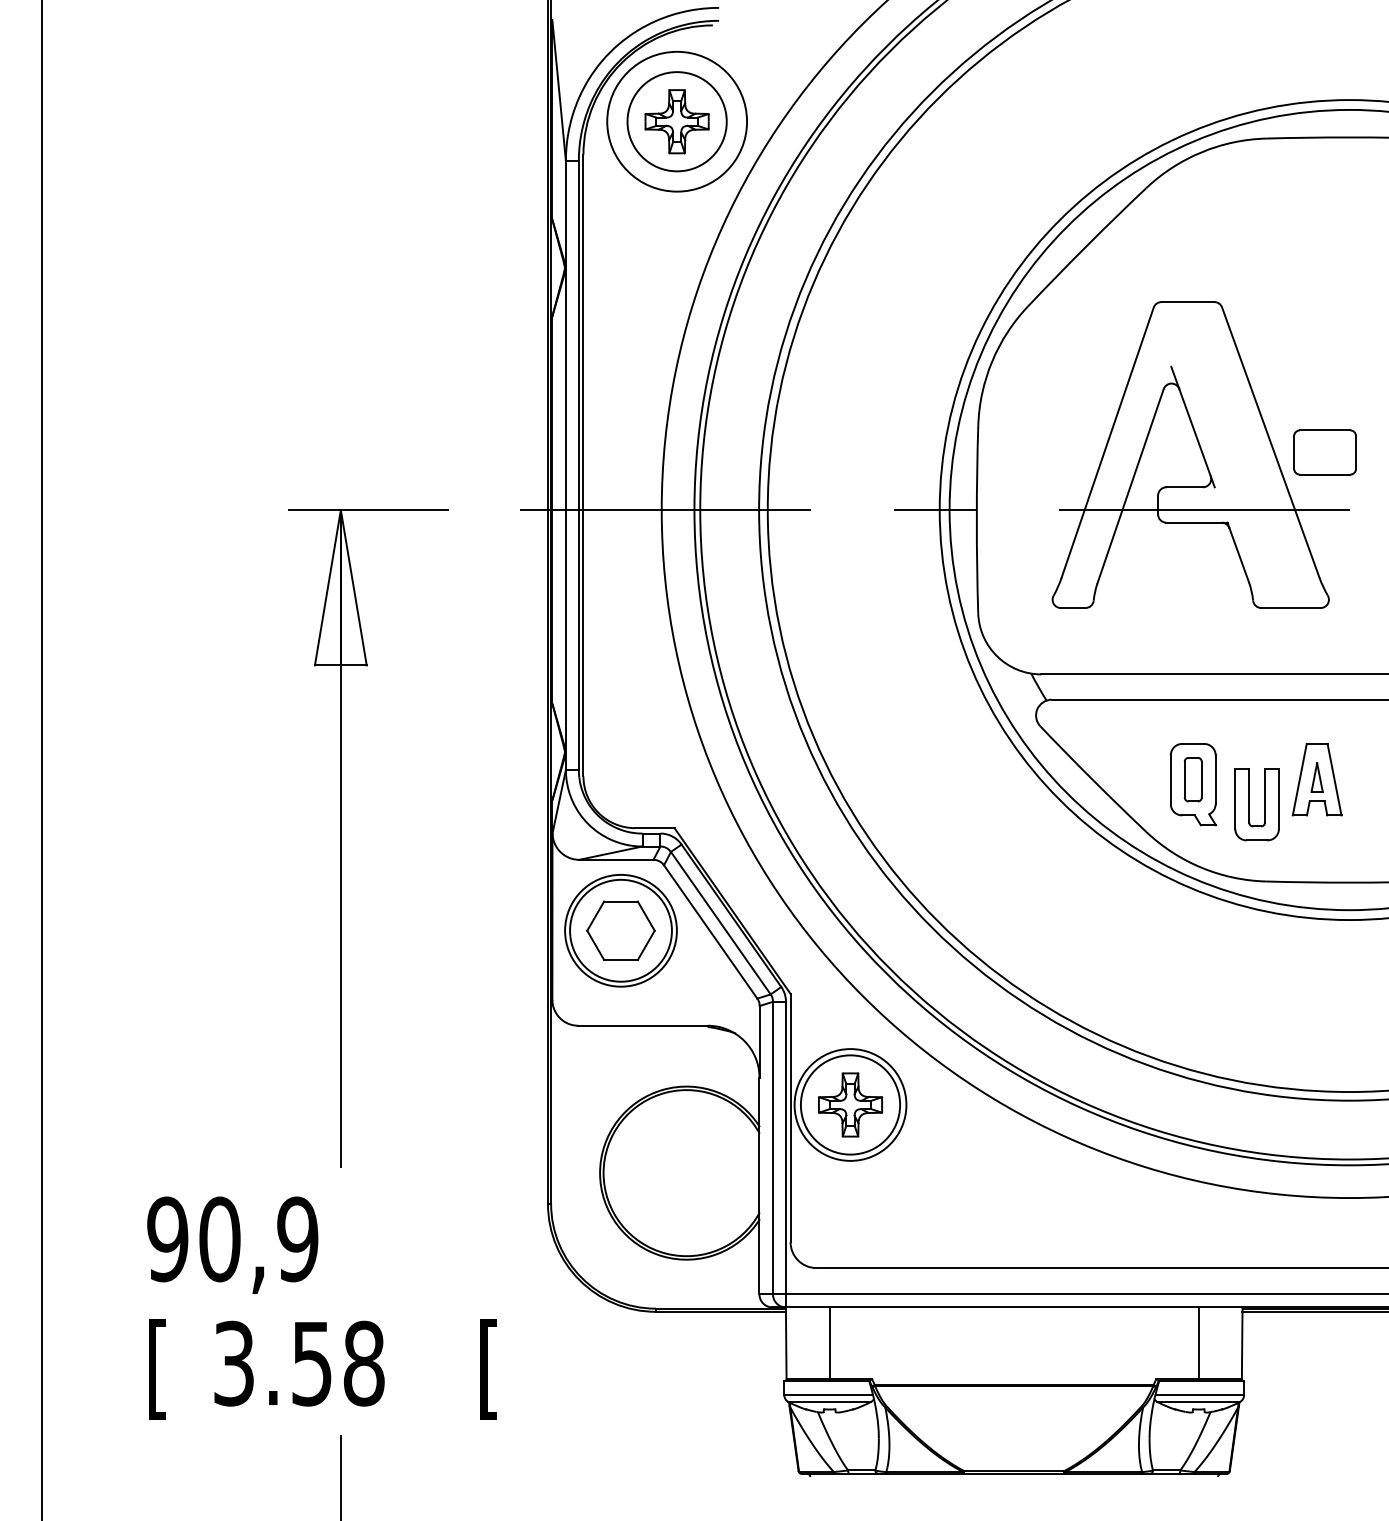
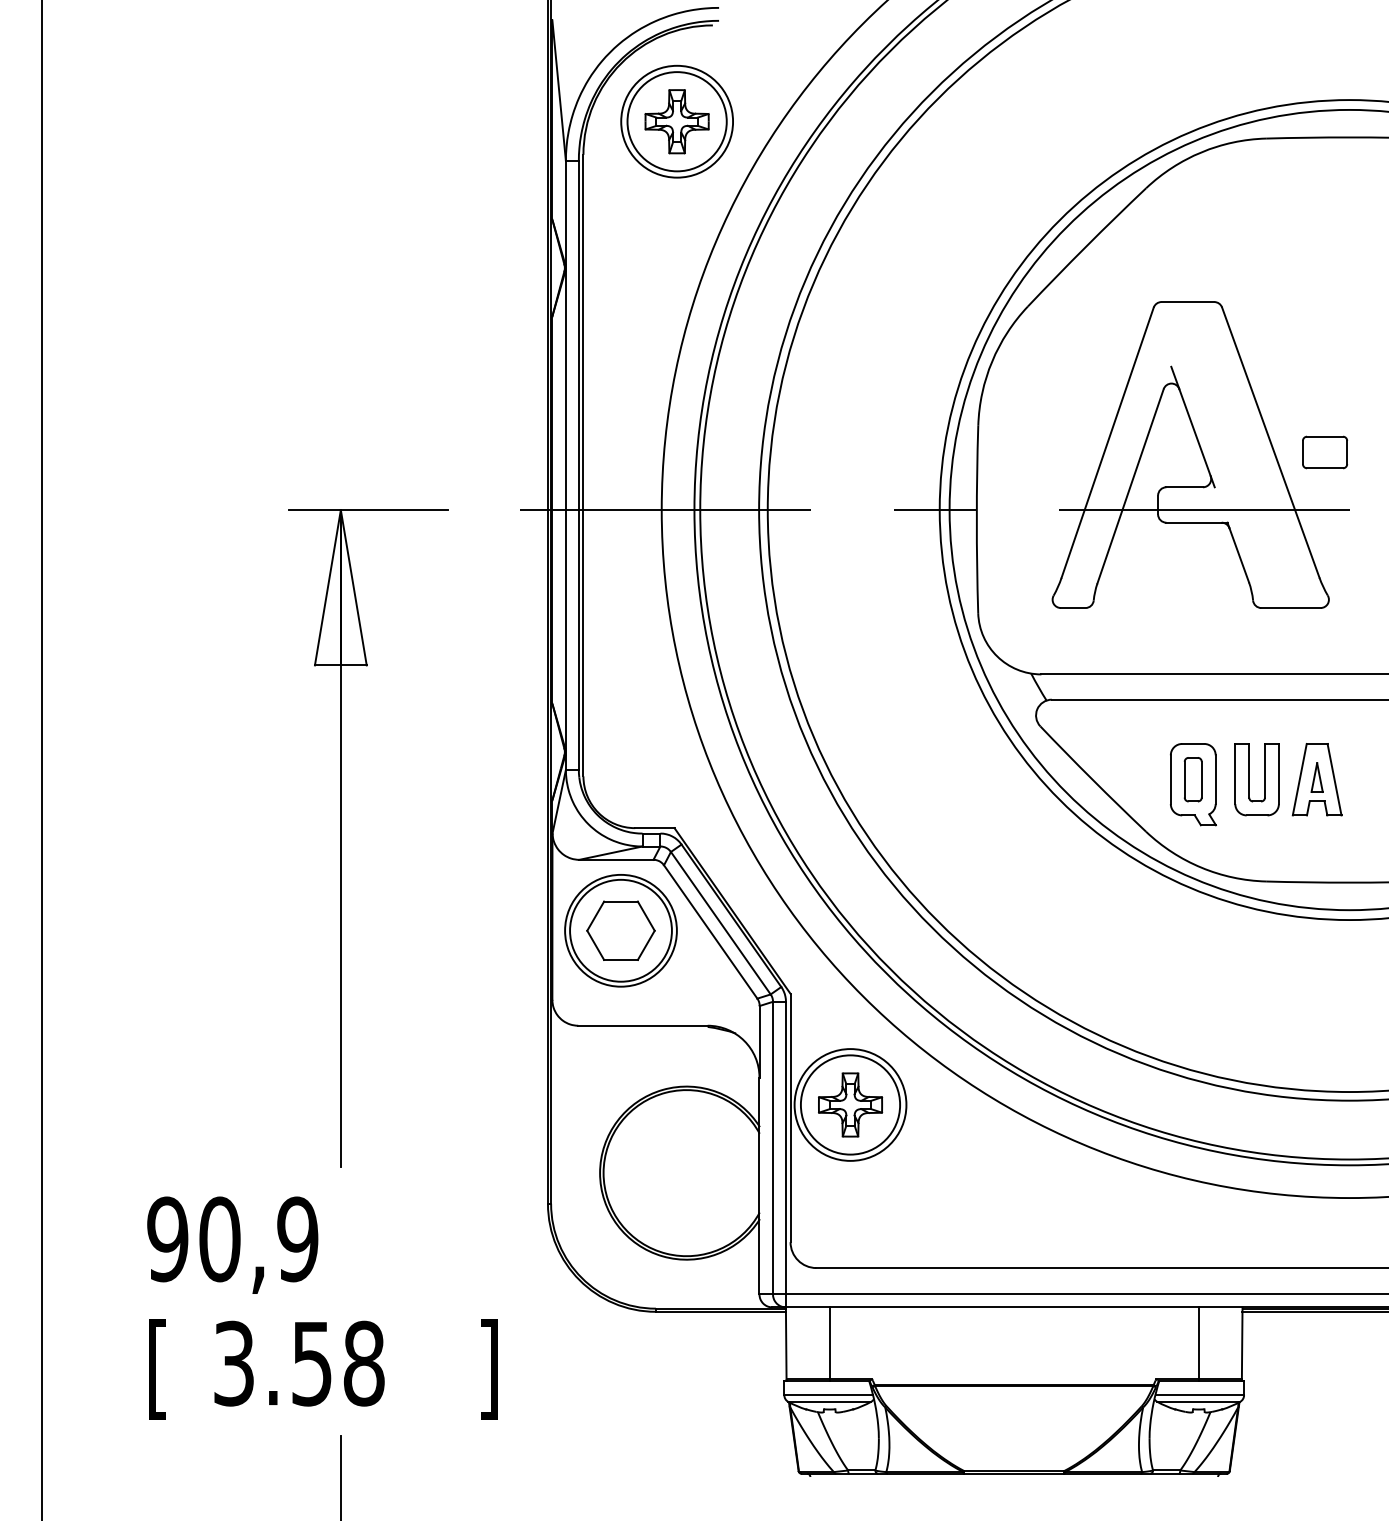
circle at (677, 121) diameter: 140 px -> 112 px
part at (1324, 452) size: 64x47 px -> 46x35 px
part at (1249, 804) position: (1249, 804) -> (1249, 779)
text at (488, 1369): [ -> ]
